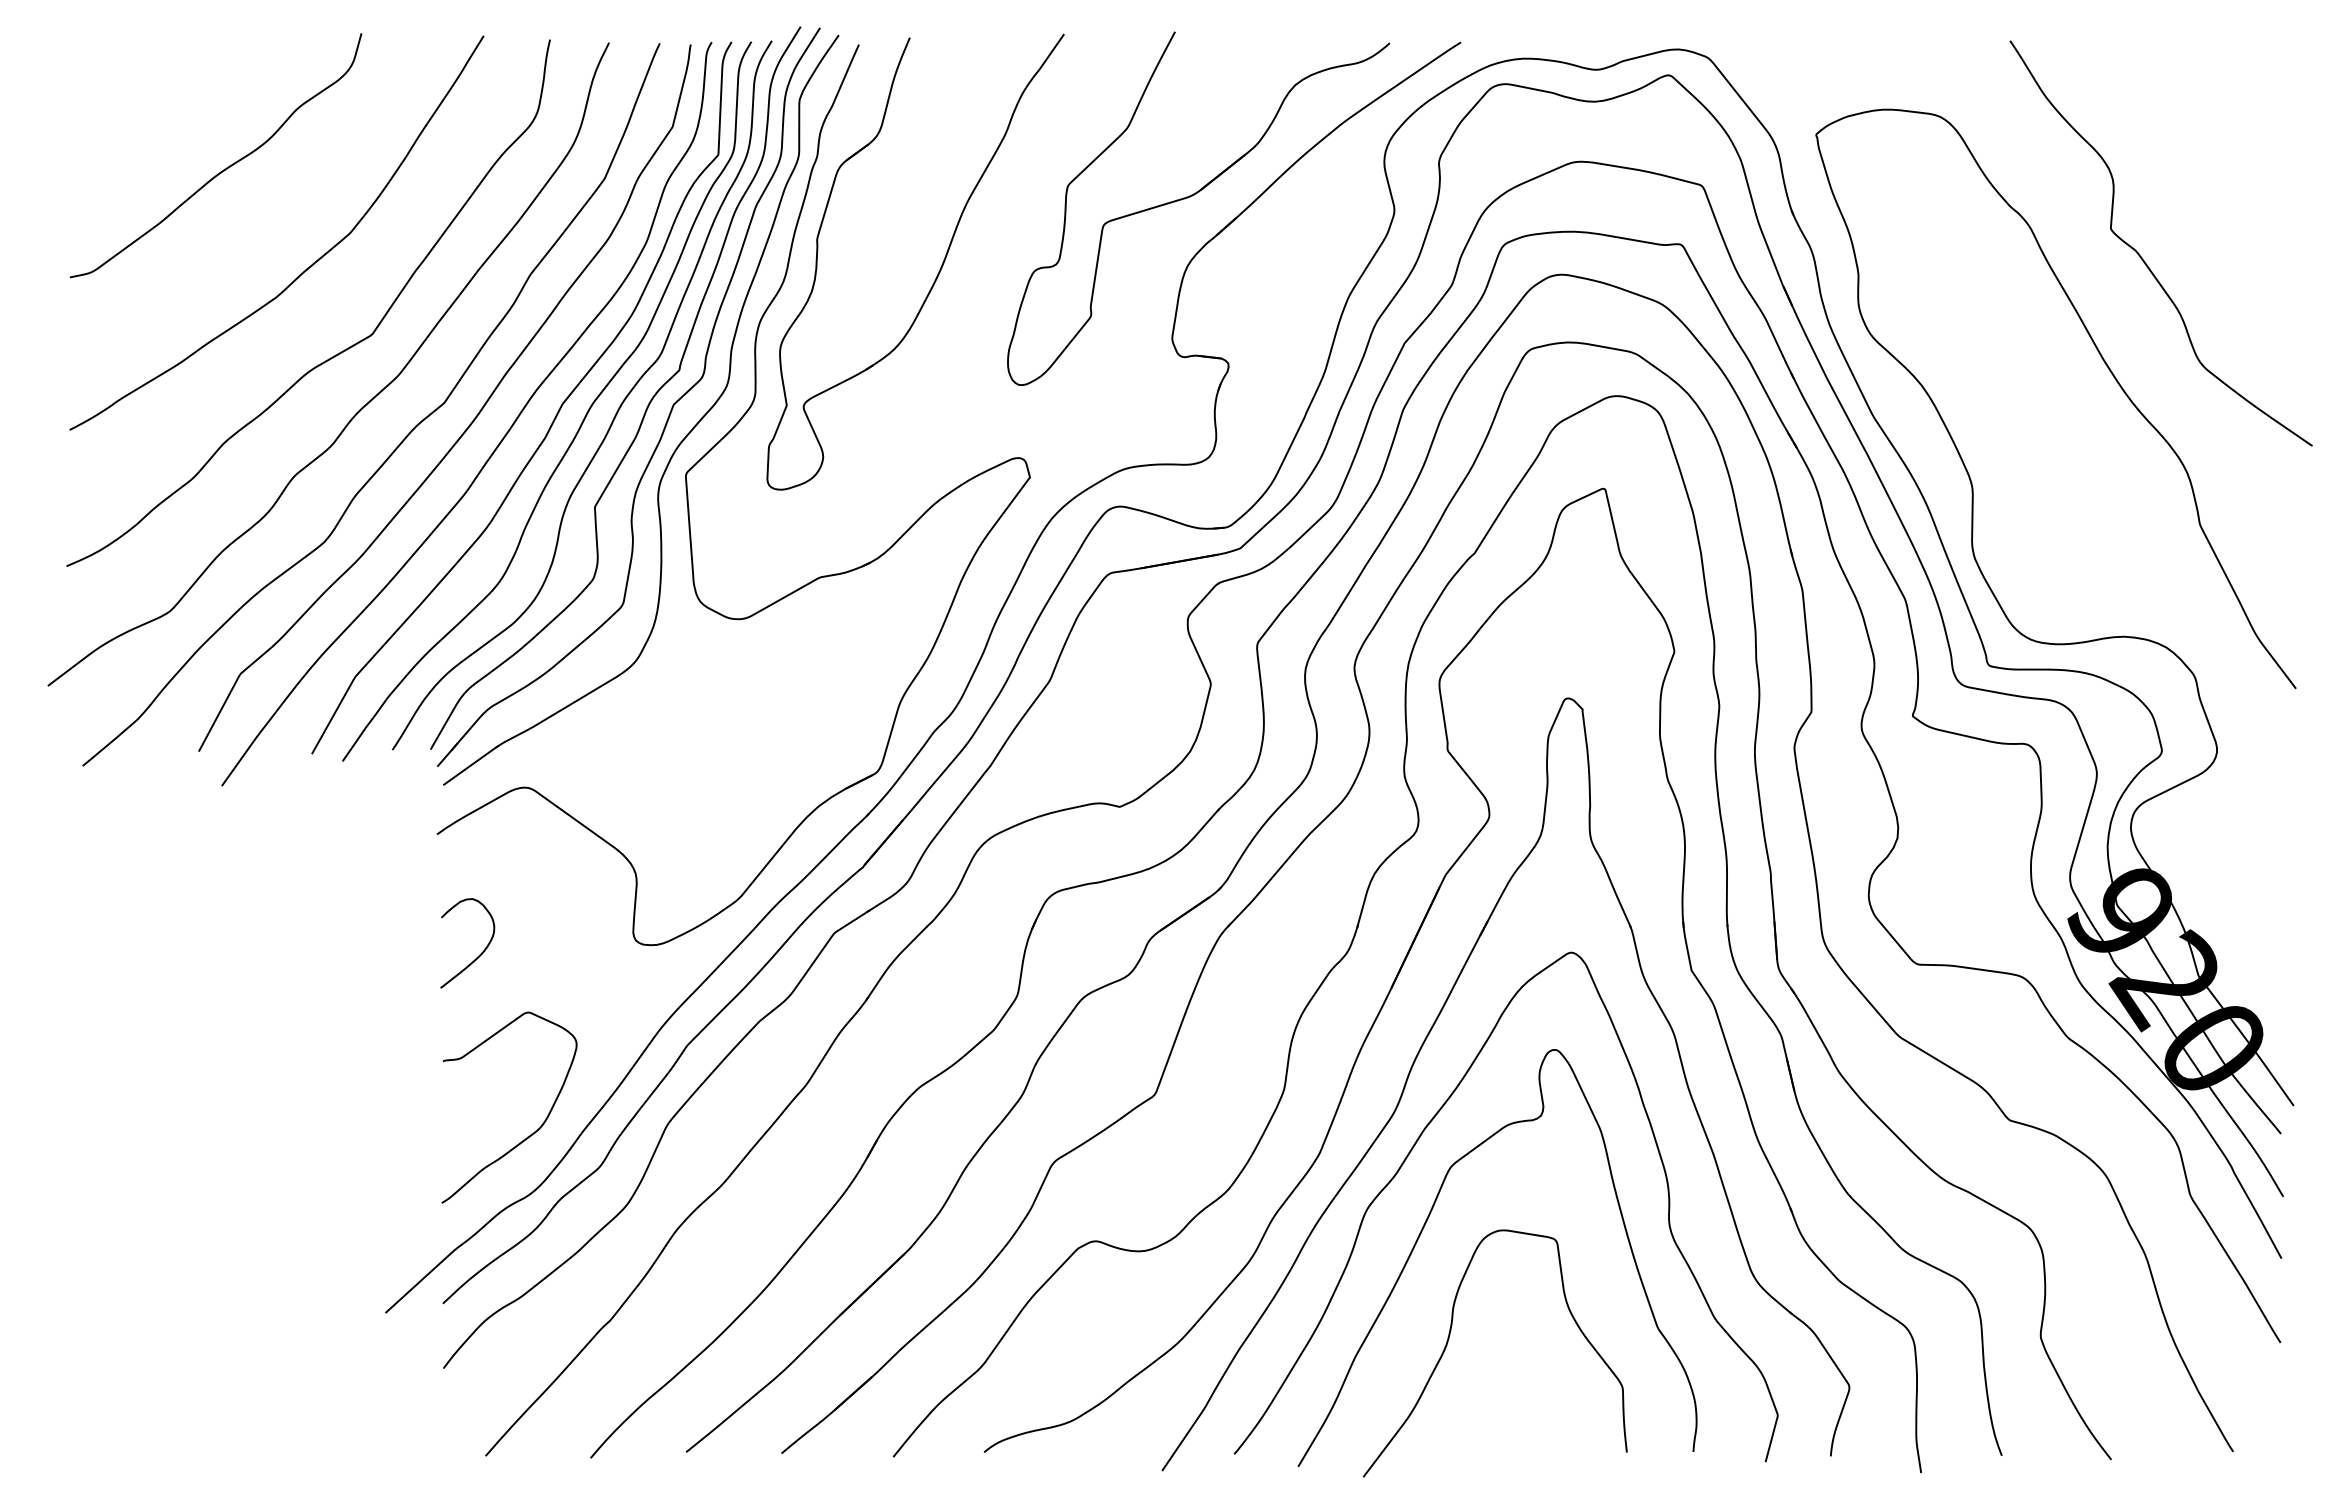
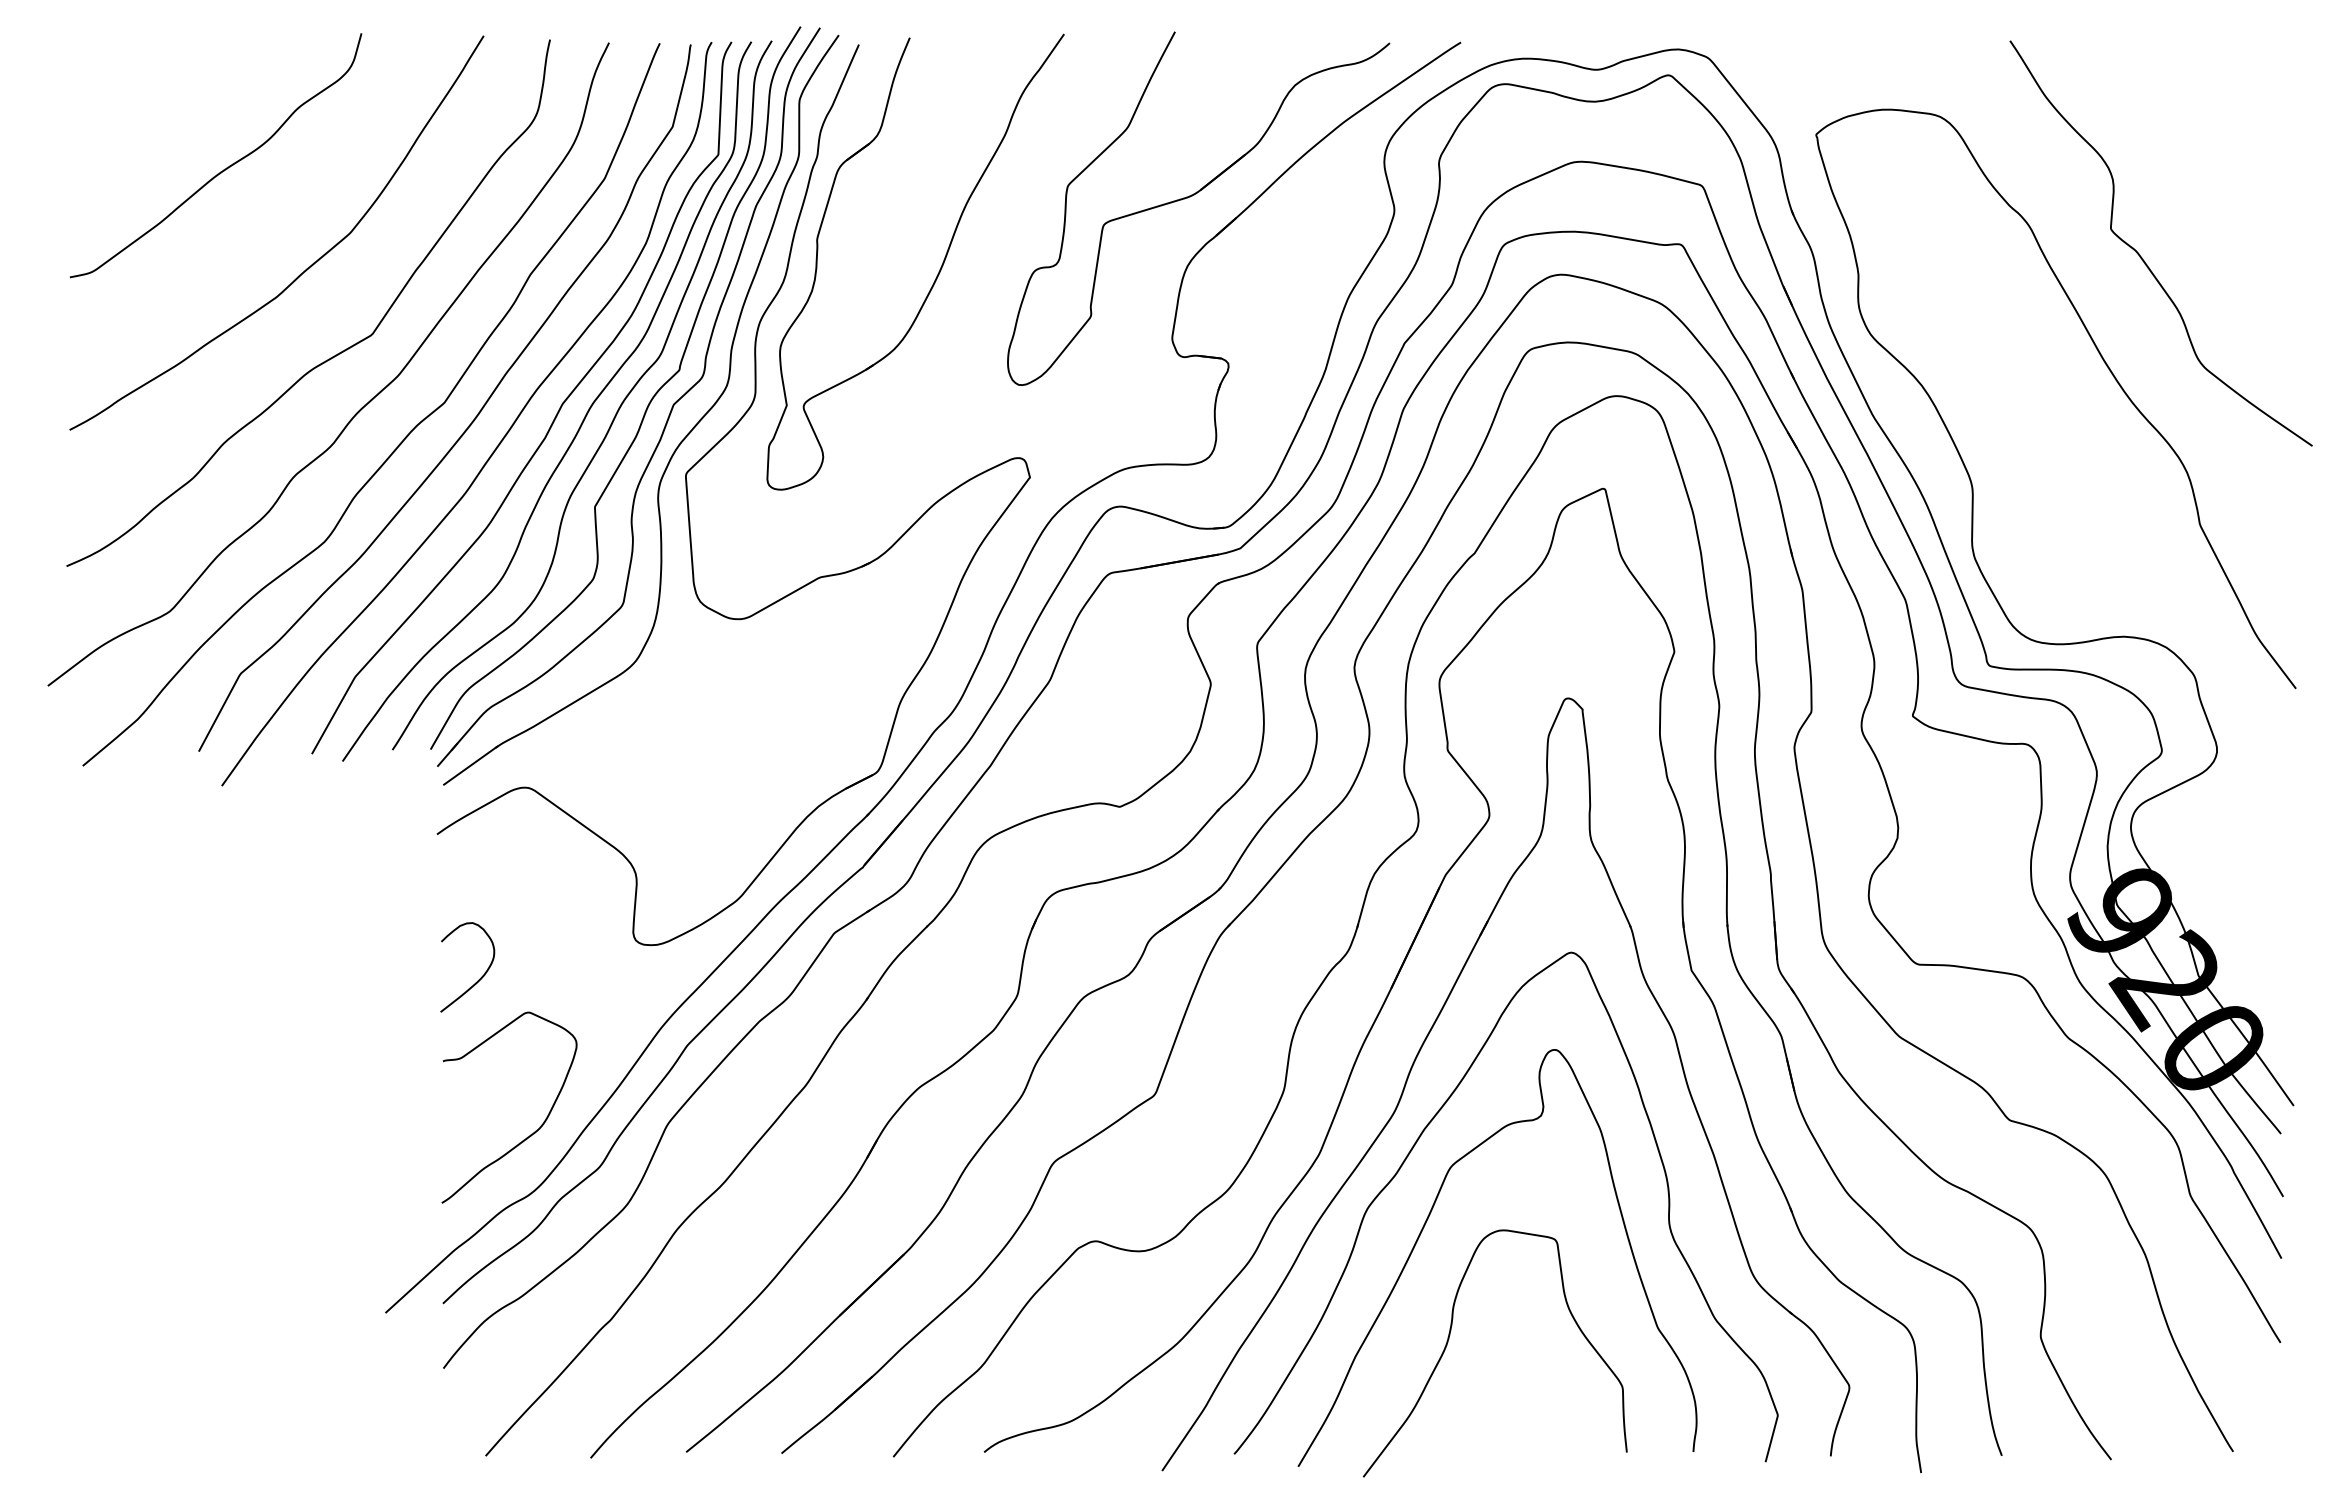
curve at (479, 954) position: (479, 954) -> (479, 978)
